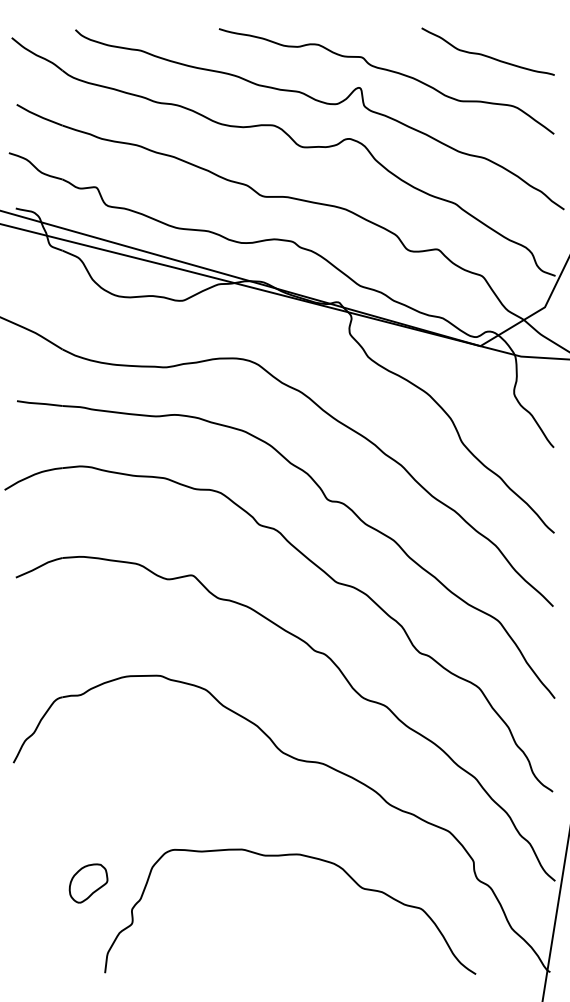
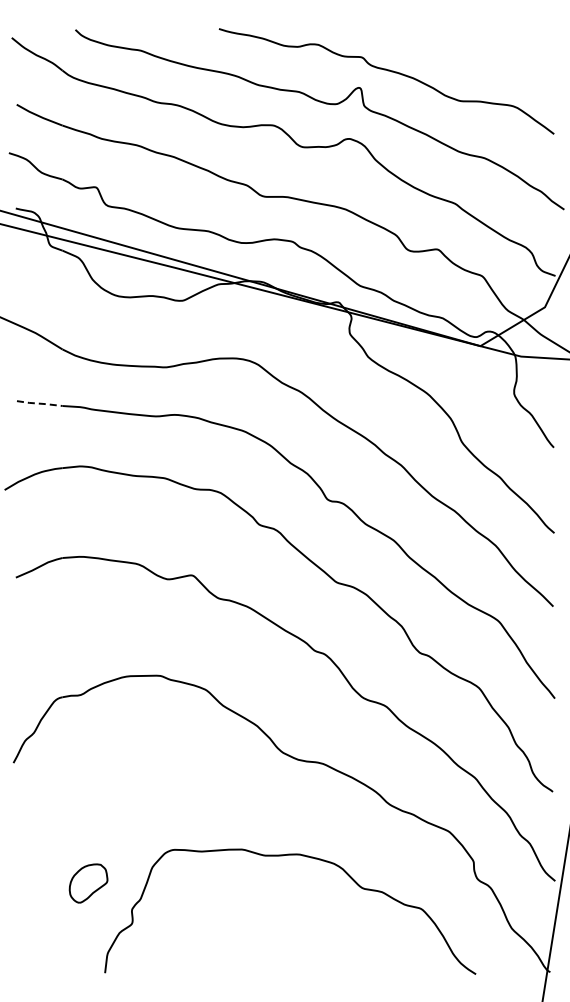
curve at (487, 55): present -> none
line at (39, 403): solid -> dashed
